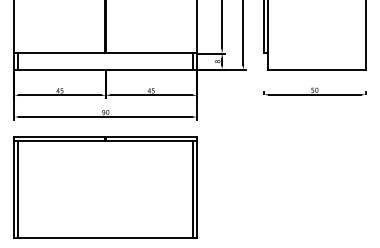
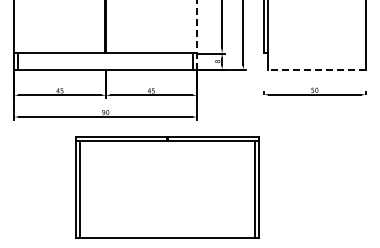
line at (197, 34): solid -> dashed
line at (316, 69): solid -> dashed
part at (105, 187) position: (105, 187) -> (167, 187)
